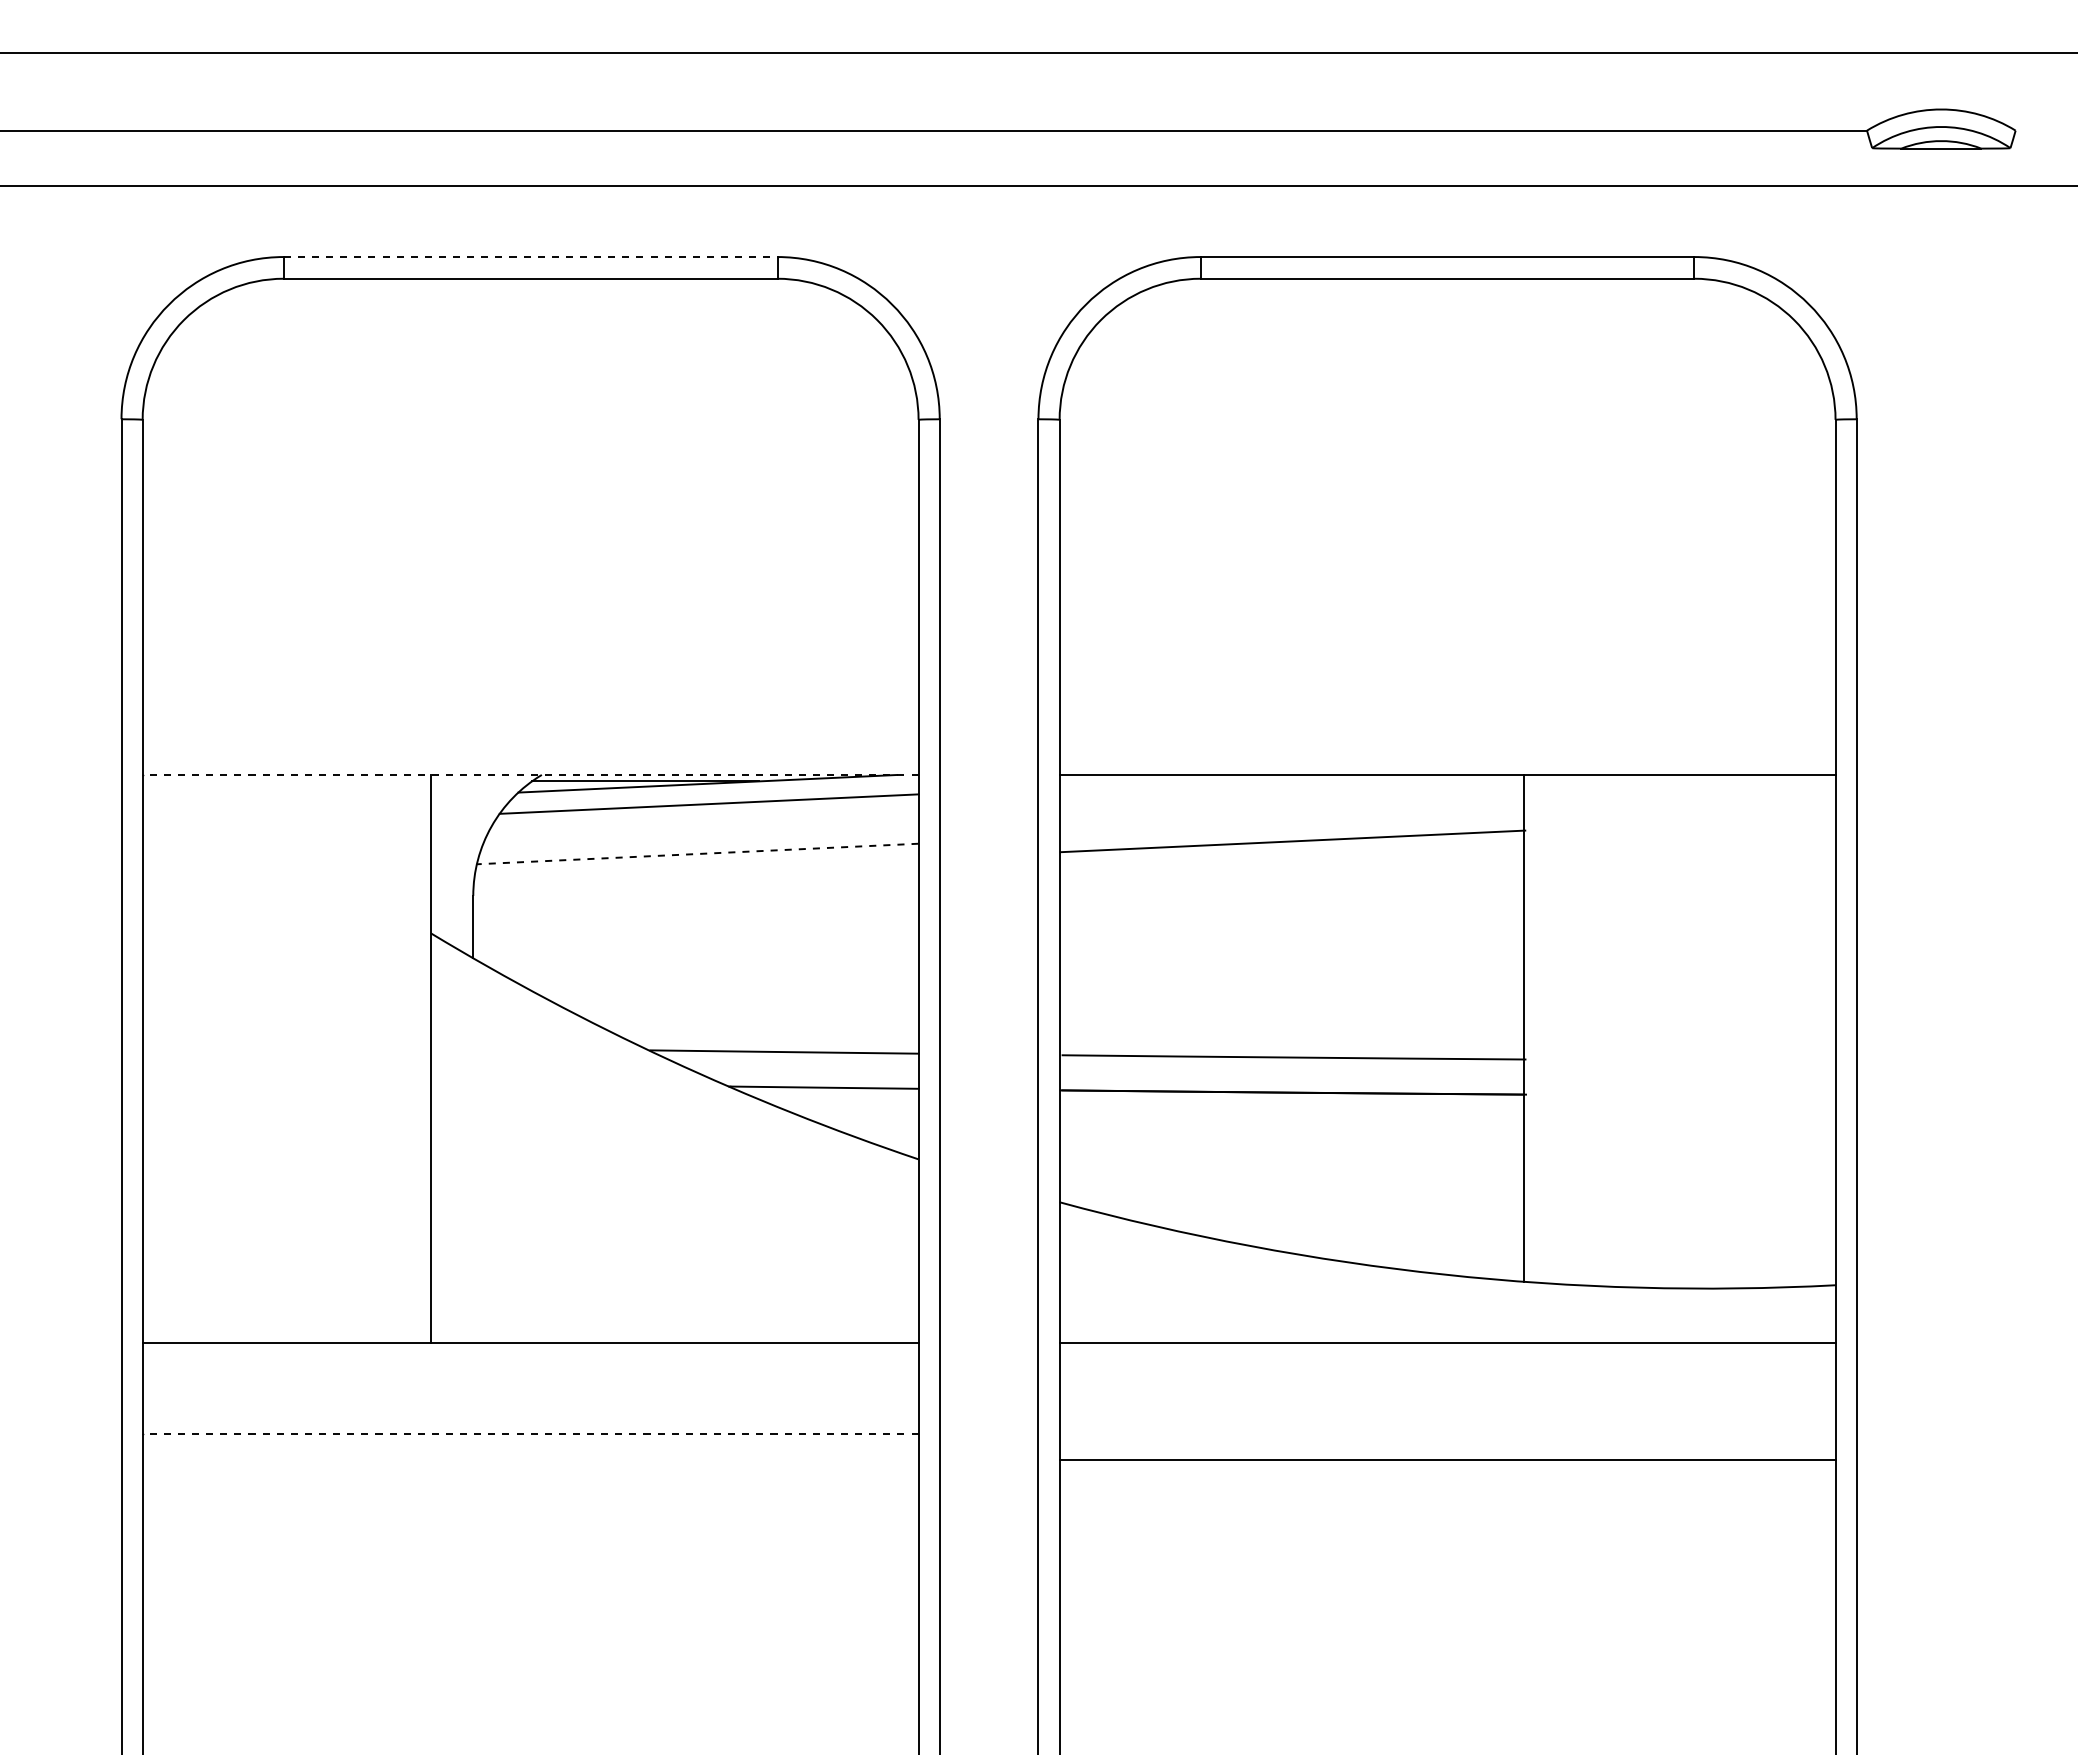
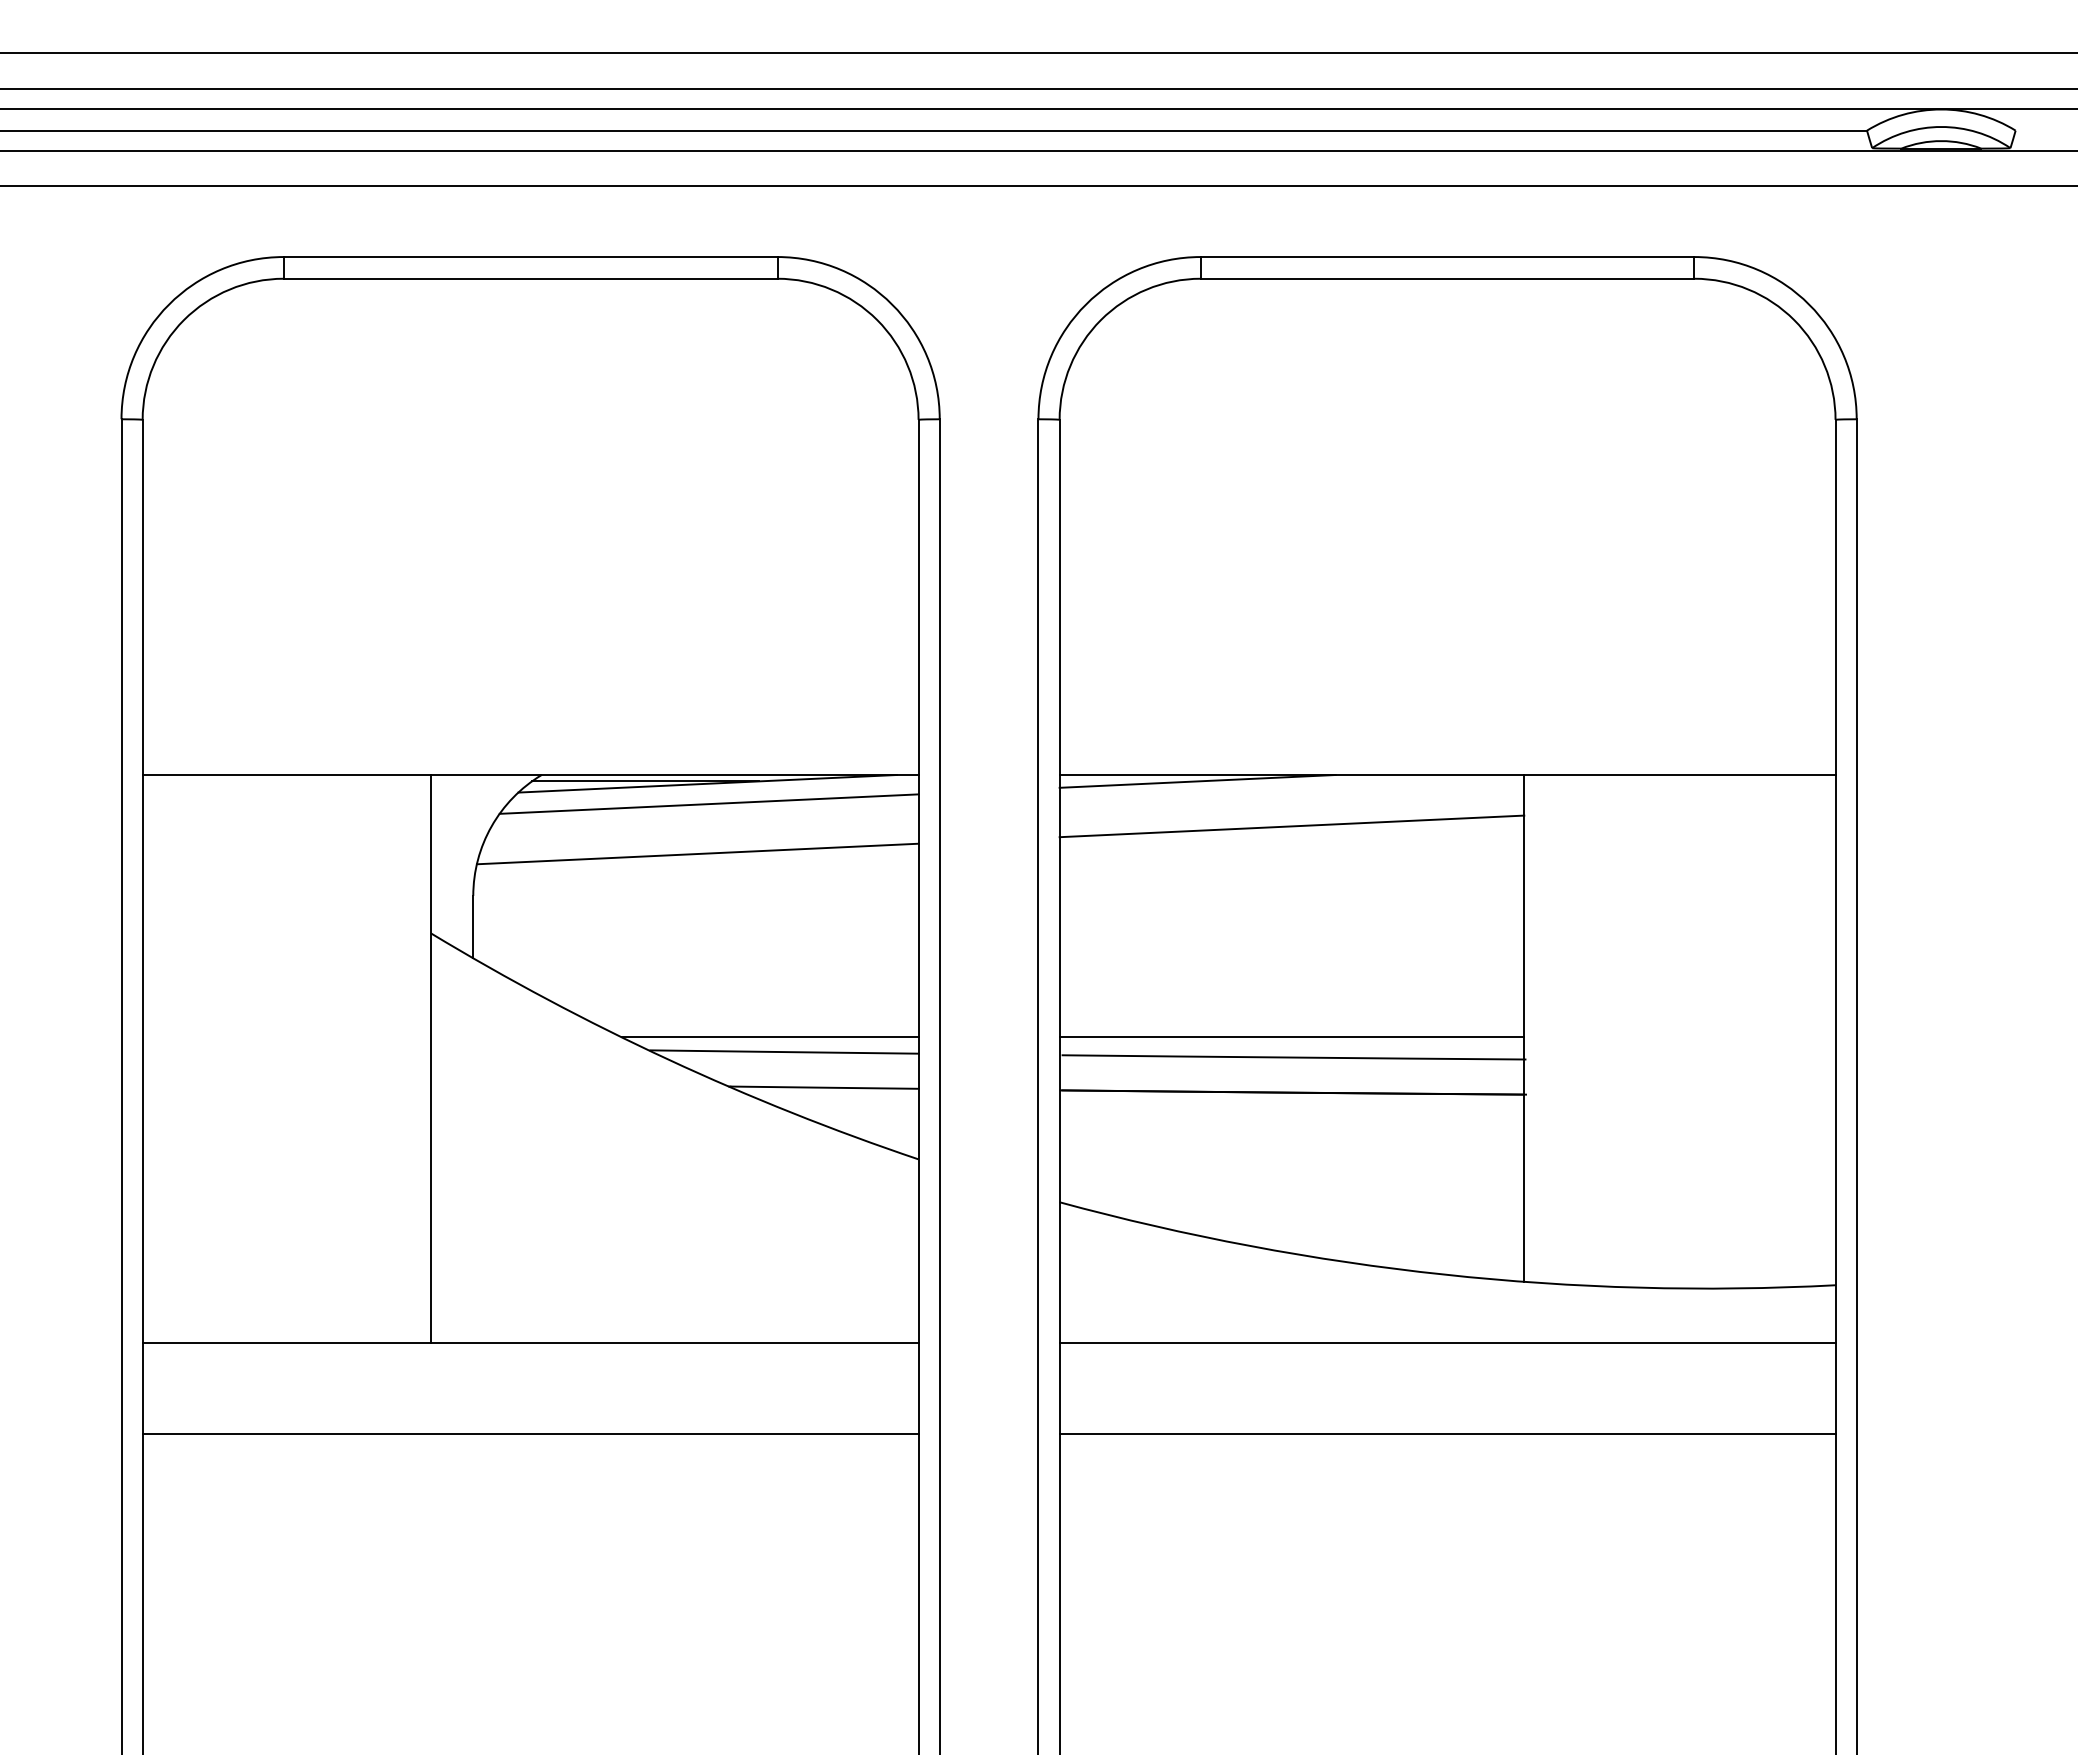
line at (1038, 89): none -> present
line at (1038, 109): none -> present
line at (1038, 151): none -> present
line at (530, 257): dashed -> solid
line at (530, 774): dashed -> solid
line at (1197, 780): none -> present
line at (1292, 841) position: (1292, 841) -> (1291, 826)
line at (697, 854): dashed -> solid
line at (769, 1037): none -> present
line at (1291, 1037): none -> present
line at (530, 1433): dashed -> solid
line at (1447, 1459) position: (1447, 1459) -> (1447, 1433)
